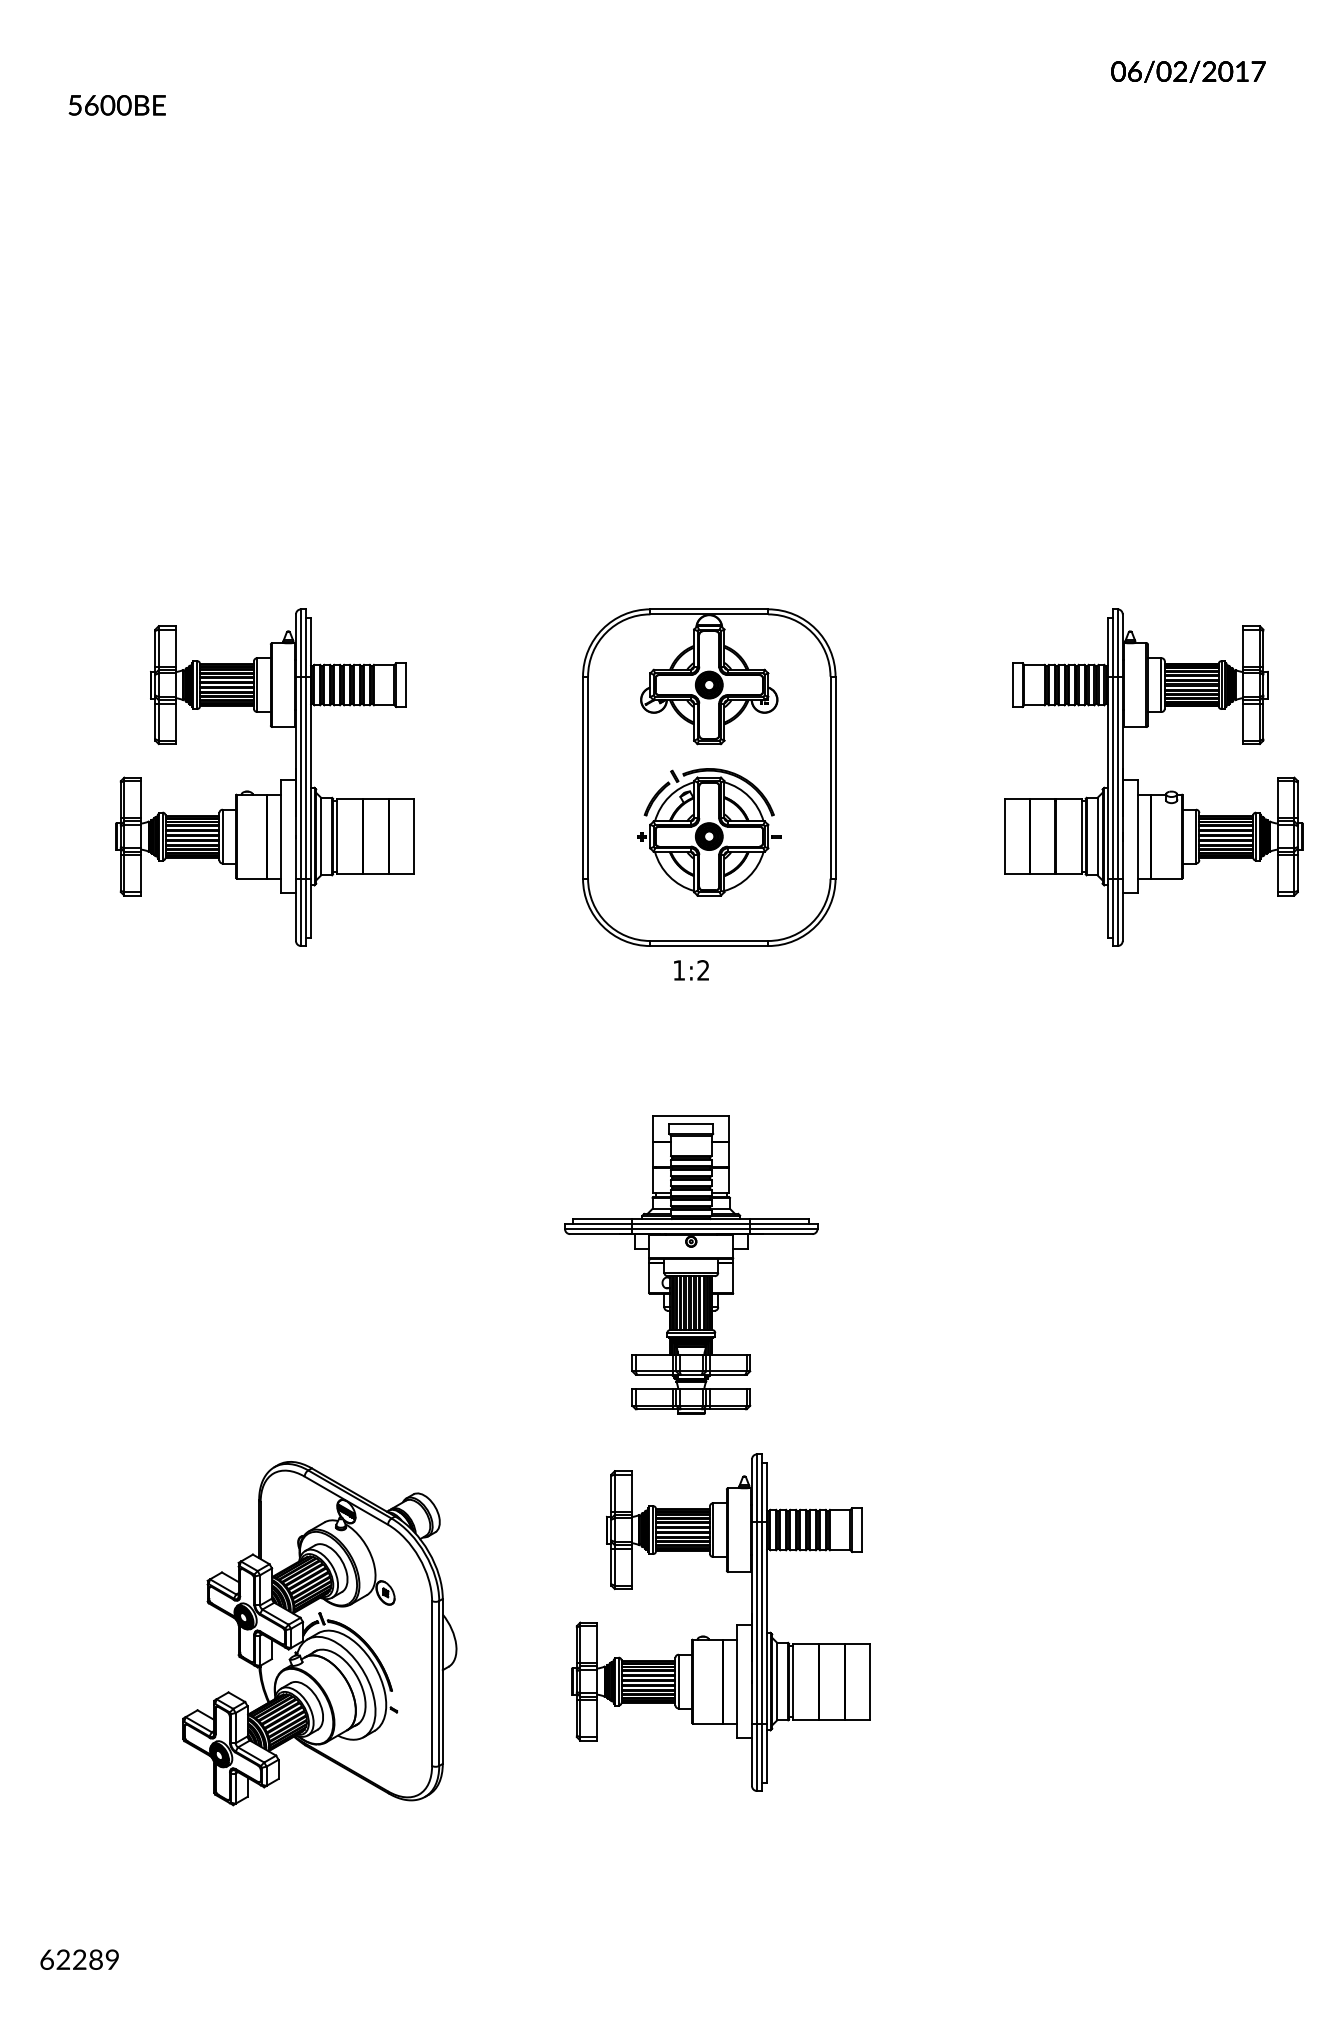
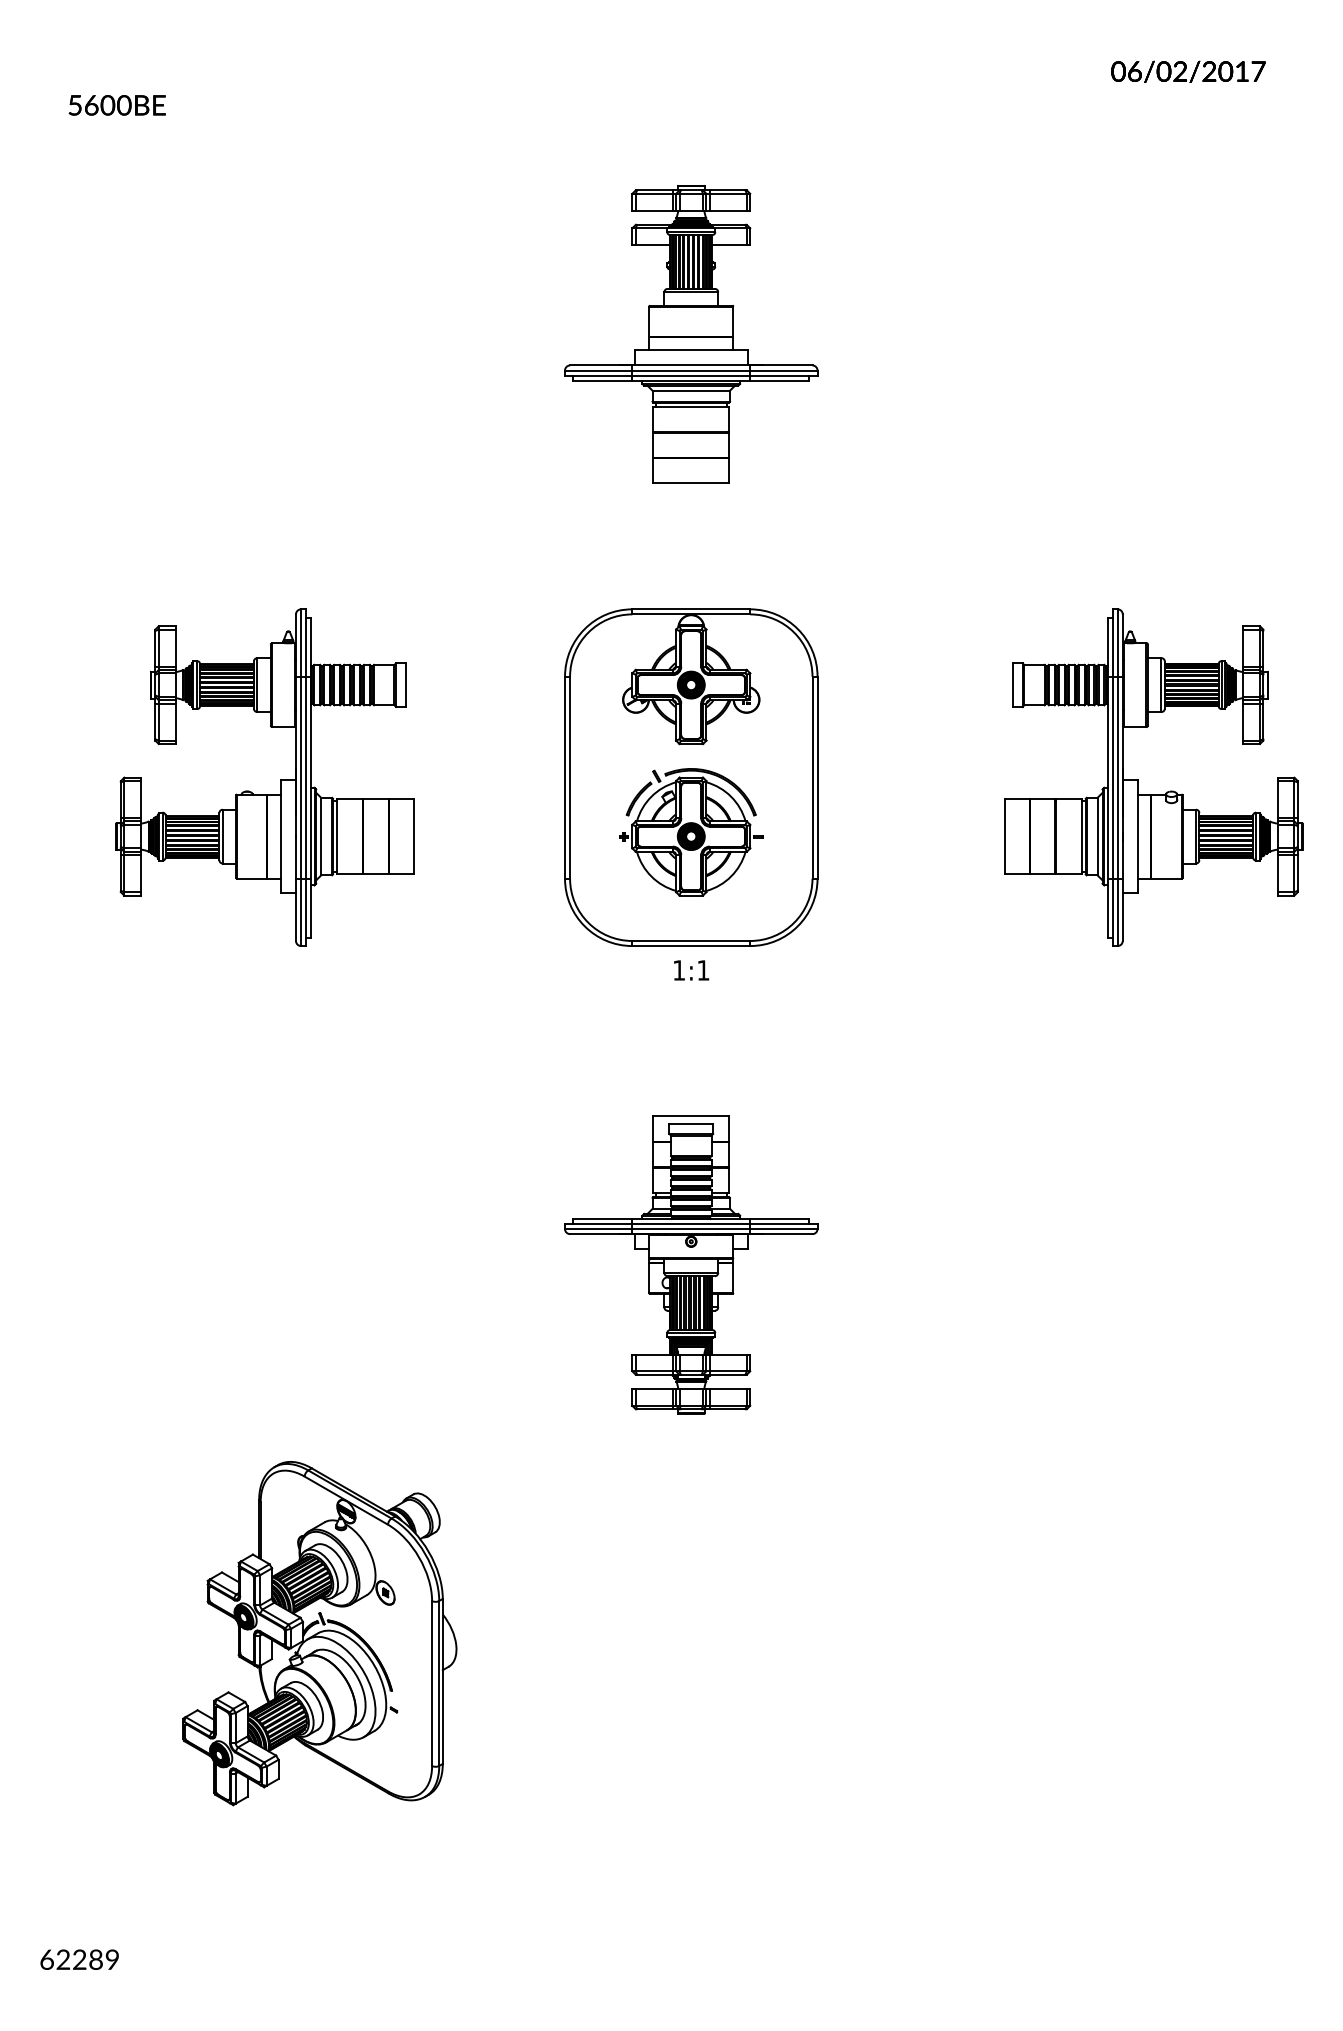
part at (691, 334): none -> present
part at (709, 777) position: (709, 777) -> (691, 777)
text at (703, 970): 1:2 -> 1:1
part at (736, 1624): present -> none
